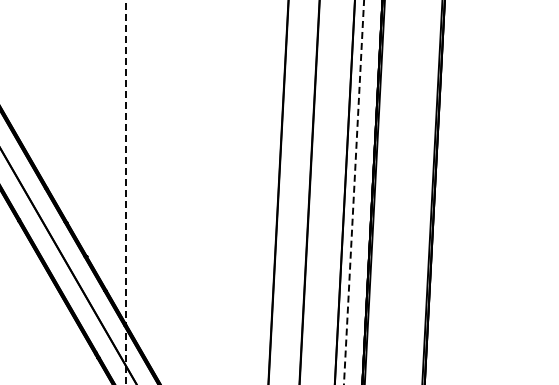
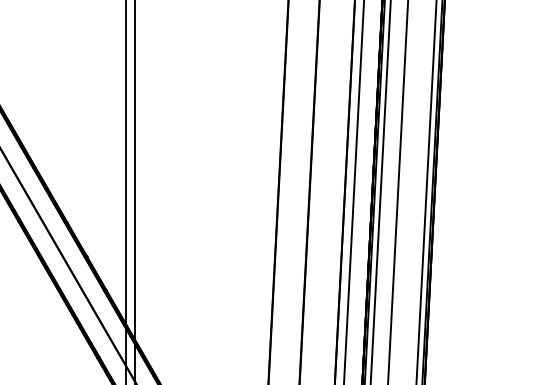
line at (135, 191): none -> present
line at (380, 191): none -> present
line at (398, 191): none -> present
line at (426, 191): none -> present
line at (126, 192): dashed -> solid
line at (354, 192): dashed -> solid
